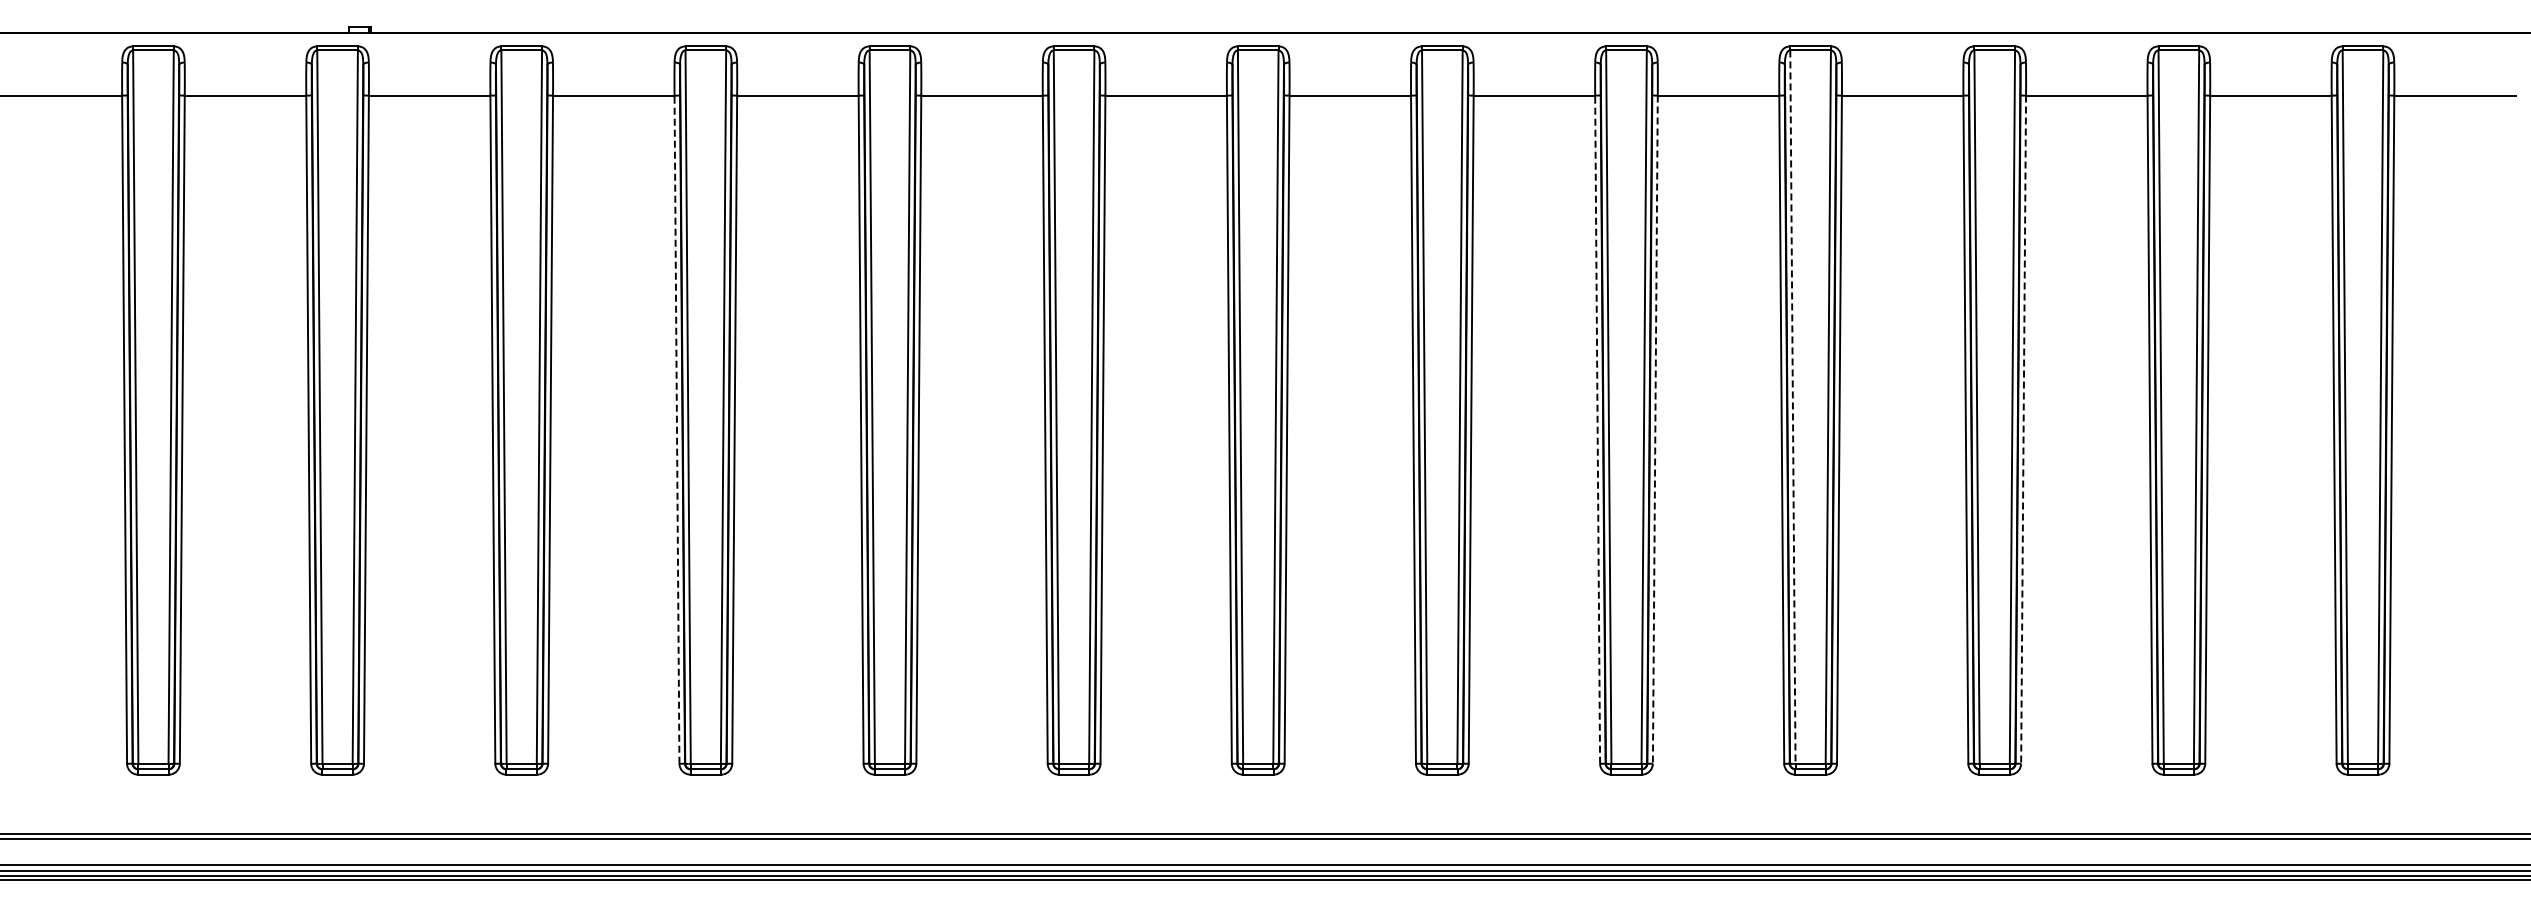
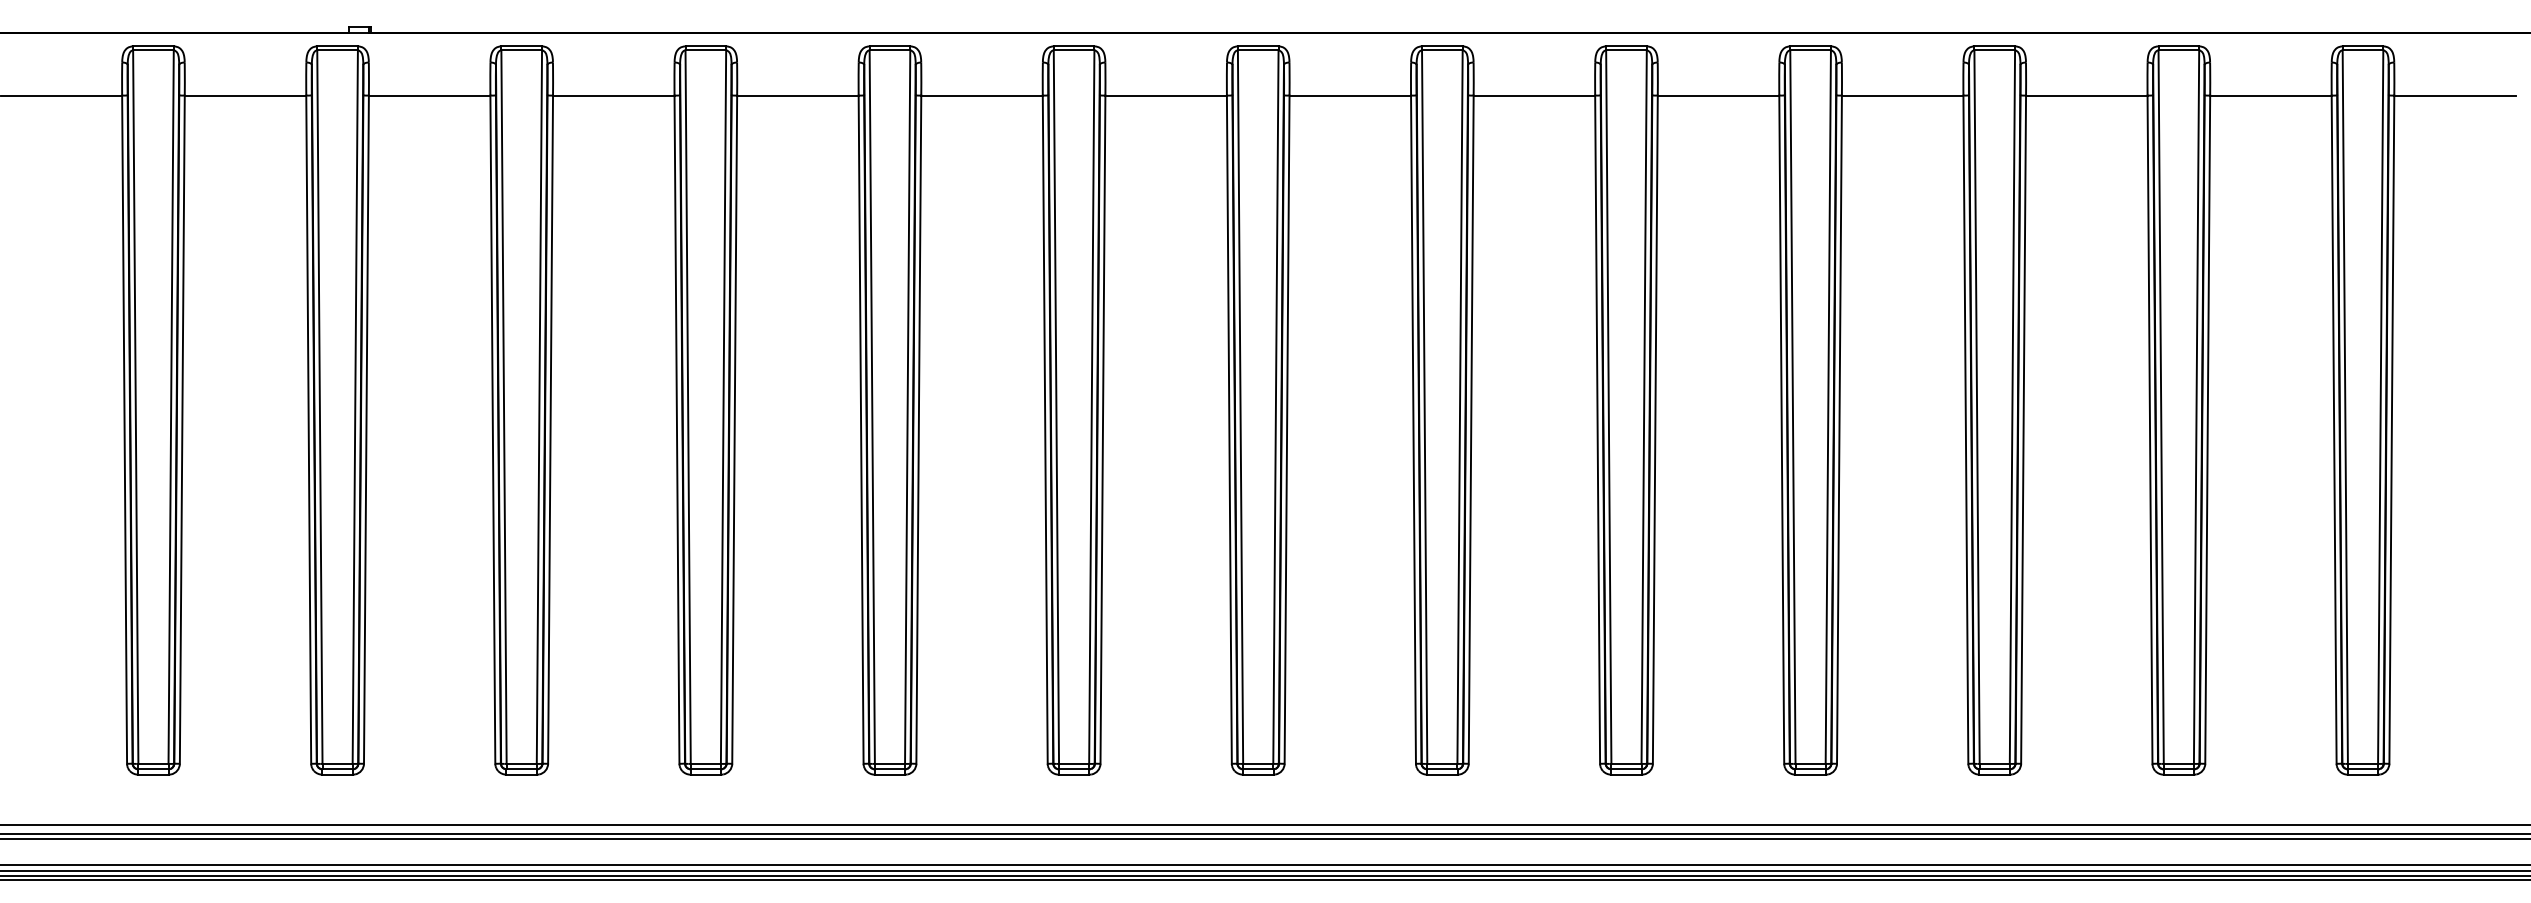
line at (1792, 407): dashed -> solid
line at (676, 429): dashed -> solid
line at (1597, 429): dashed -> solid
line at (1655, 430): dashed -> solid
line at (2023, 430): dashed -> solid
line at (1264, 824): none -> present
